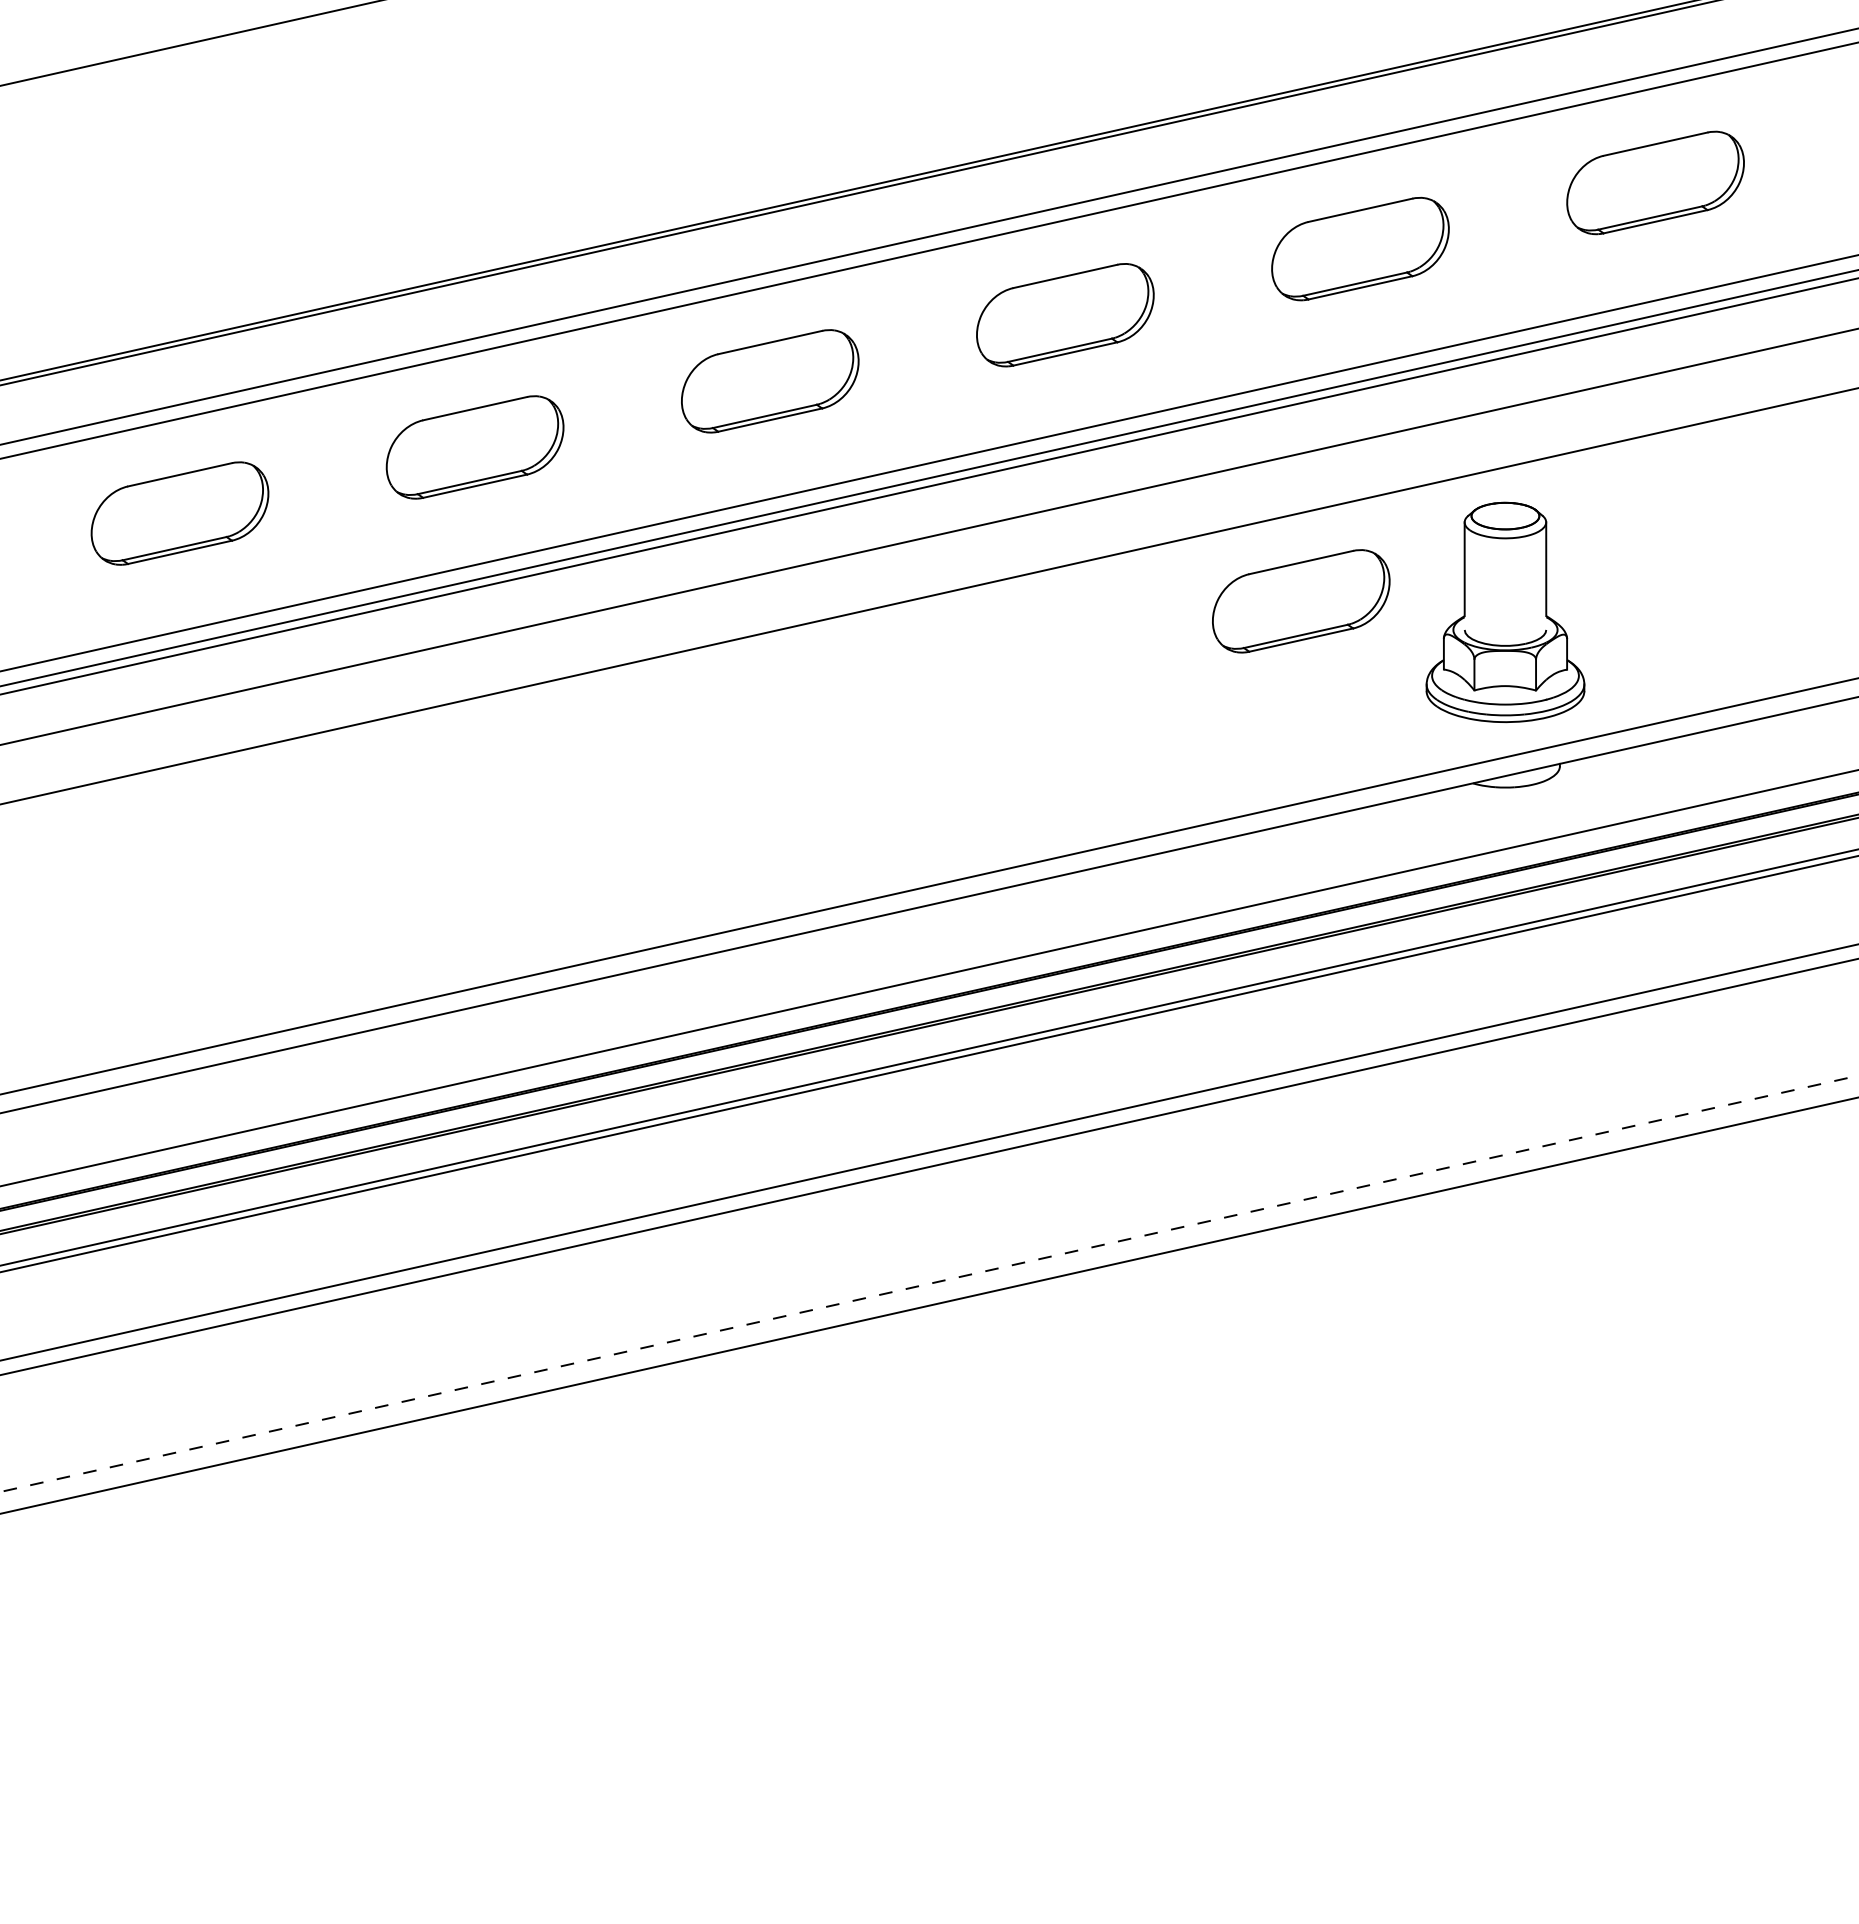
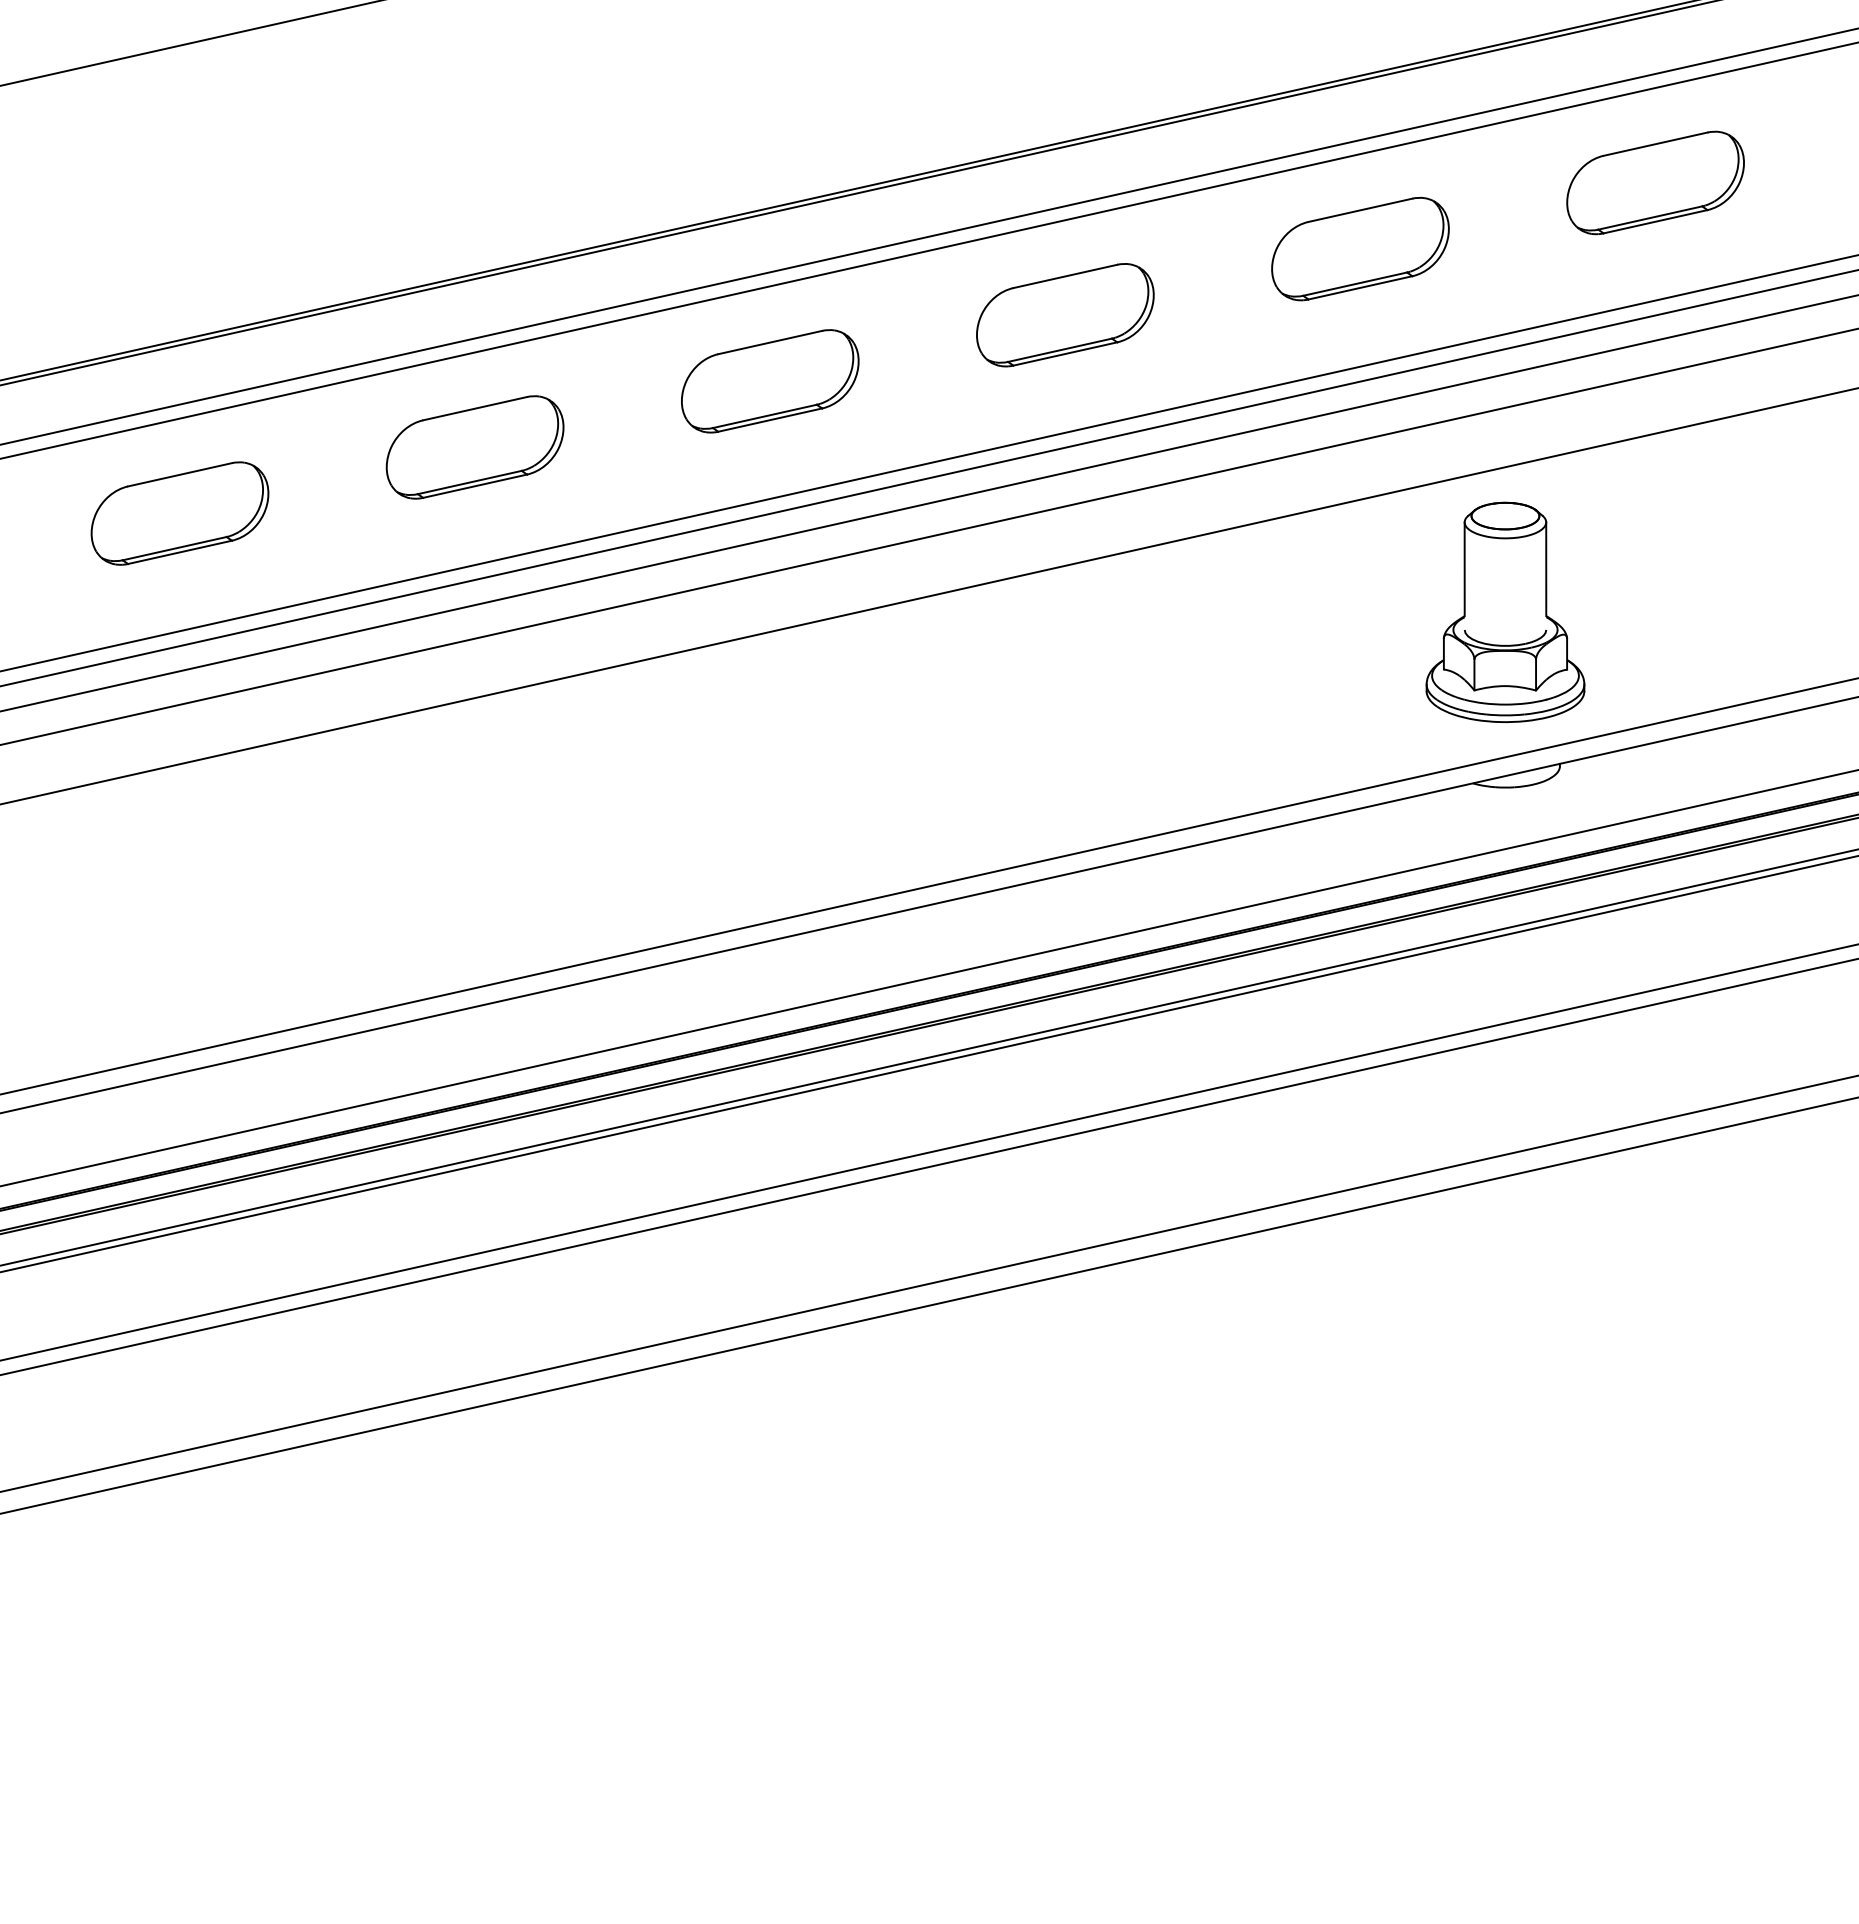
line at (928, 486) position: (928, 486) -> (928, 503)
part at (1301, 601): present -> none
line at (929, 1283): dashed -> solid
